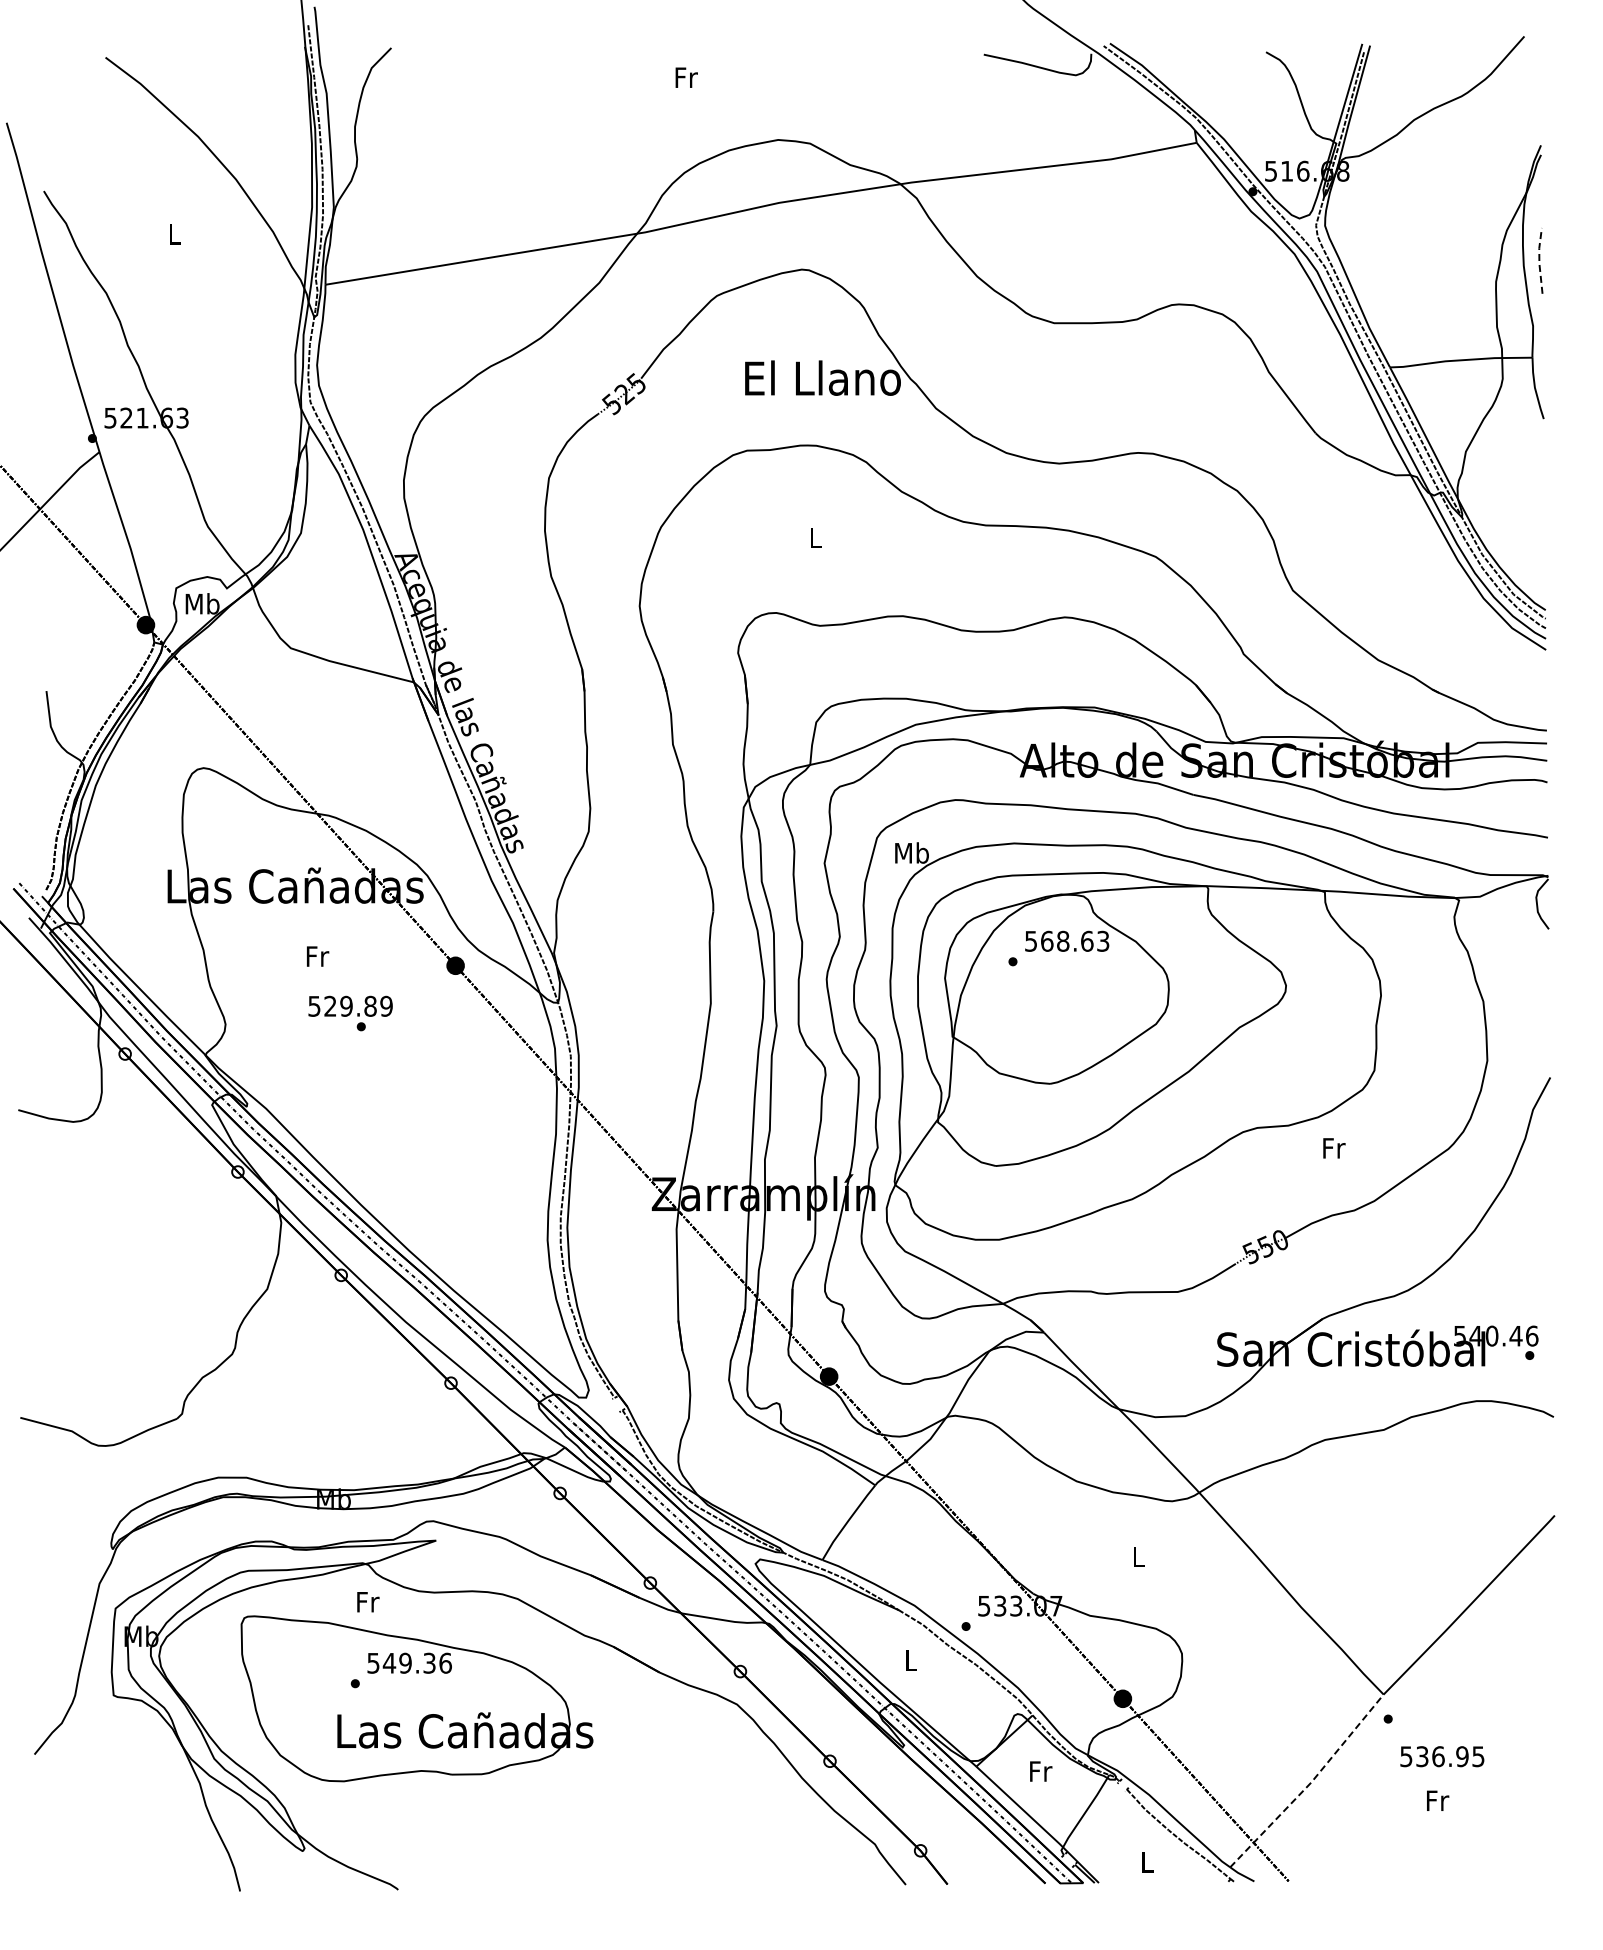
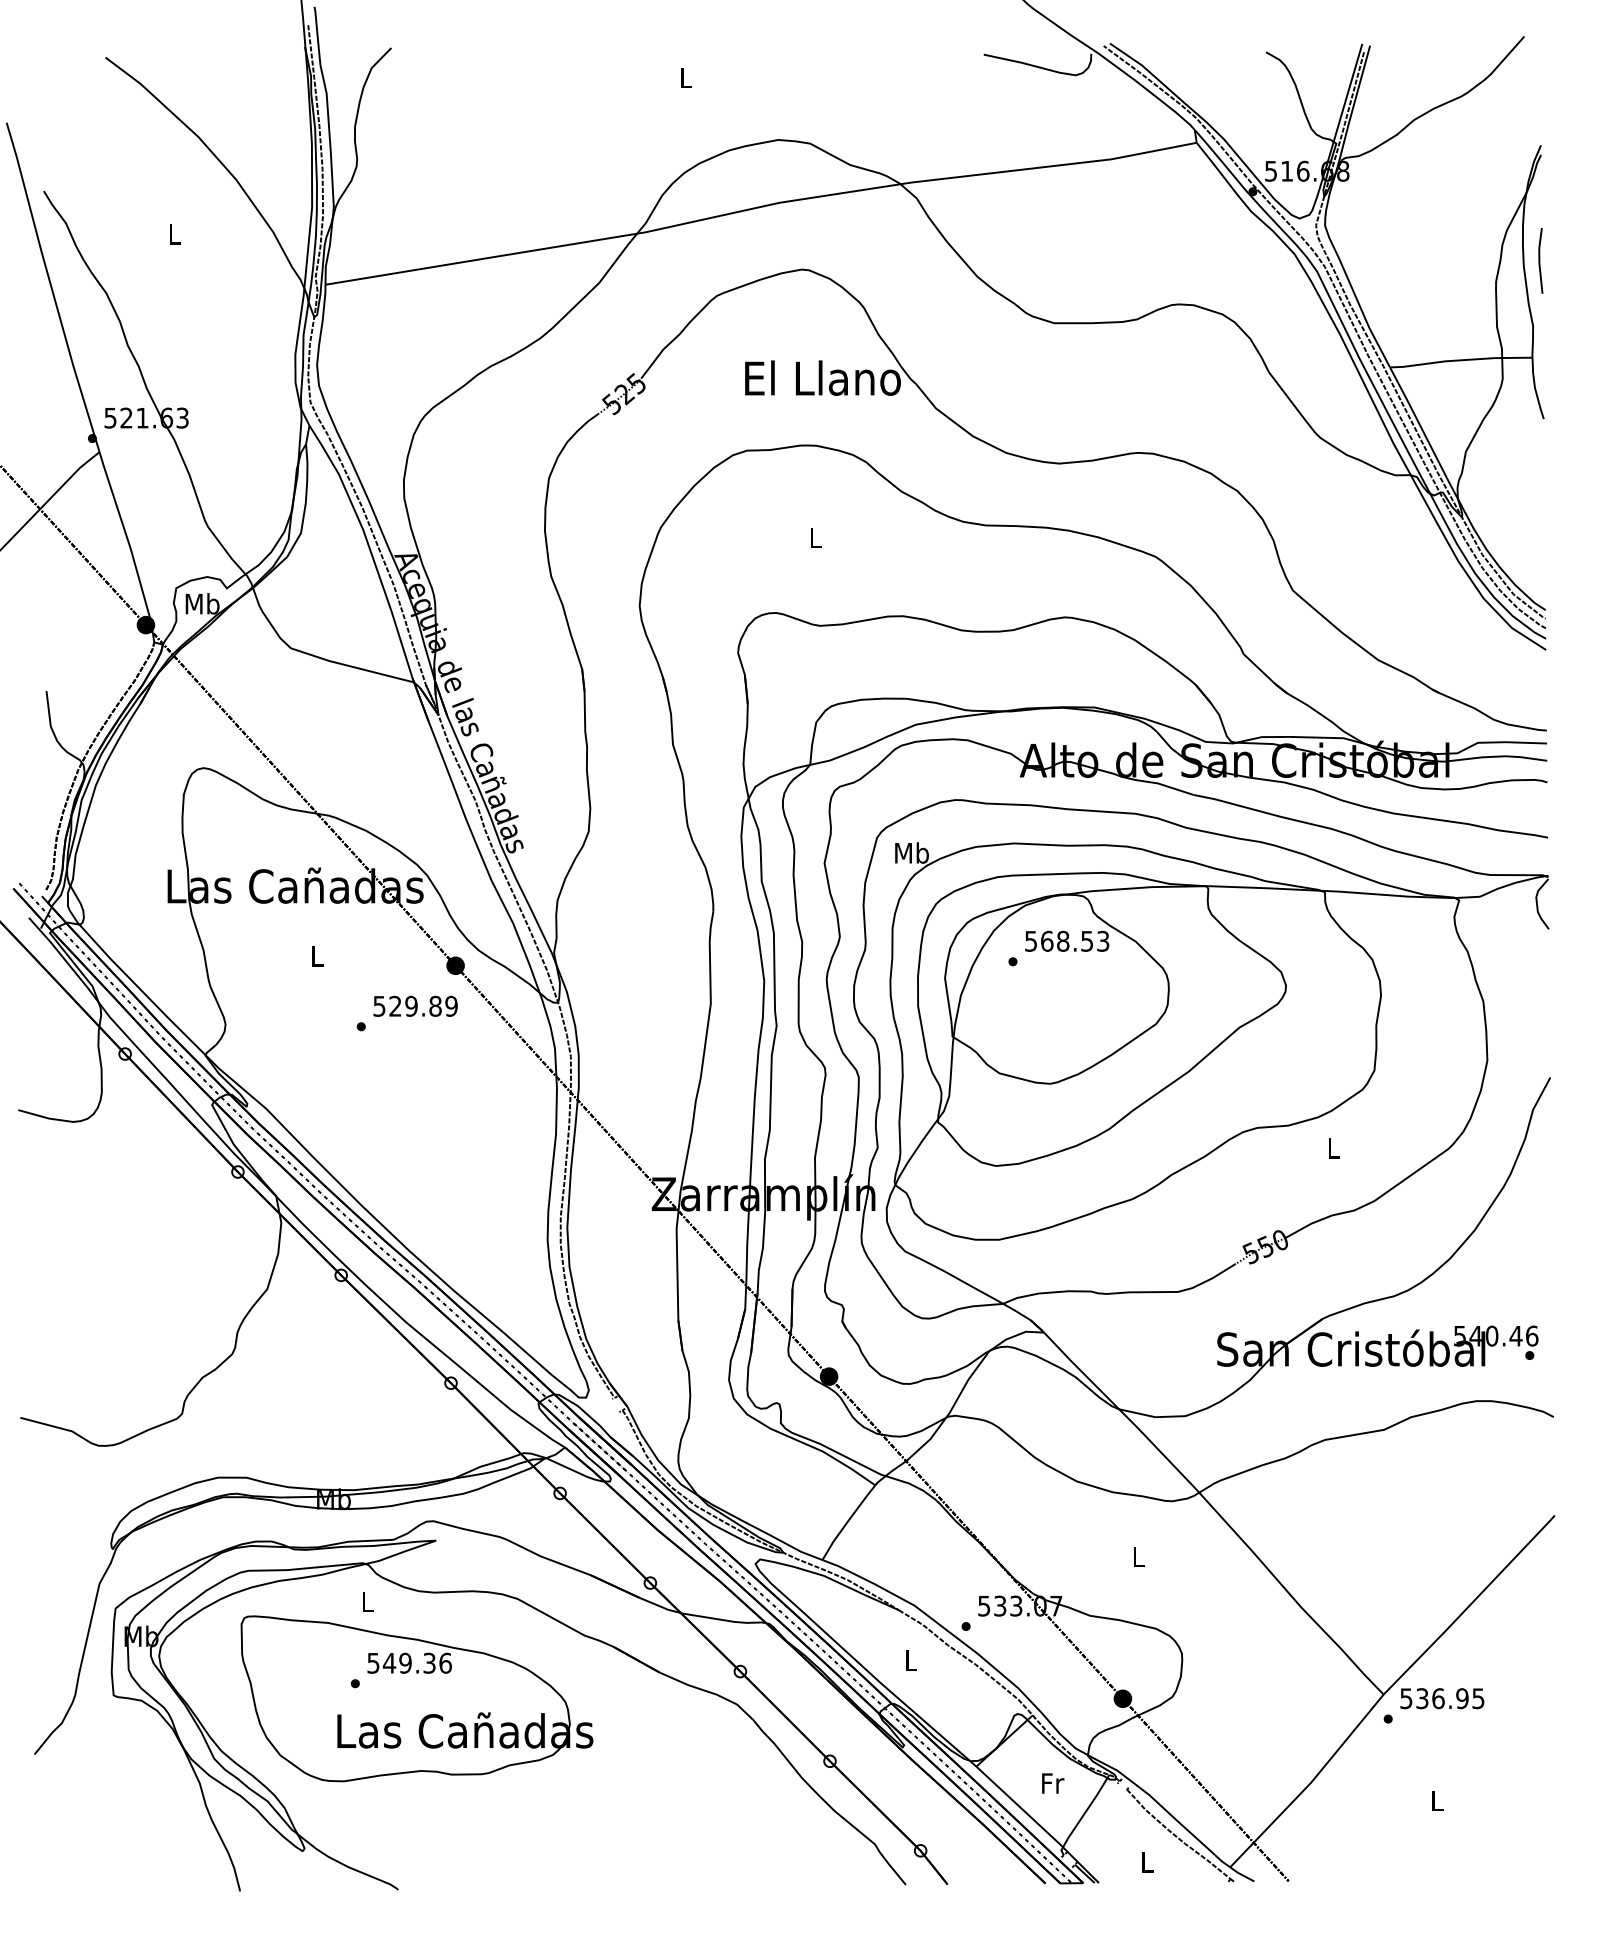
text at (686, 77): Fr -> L
line at (1539, 260): dashed -> solid
text at (1087, 940): 568.63 -> 568.53
text at (317, 956): Fr -> L
text at (350, 1005) position: (350, 1005) -> (415, 1005)
text at (1334, 1148): Fr -> L
text at (368, 1602): Fr -> L
text at (1442, 1756) position: (1442, 1756) -> (1442, 1698)
text at (1041, 1771) position: (1041, 1771) -> (1053, 1783)
line at (1310, 1783): dashed -> solid
text at (1438, 1800): Fr -> L
